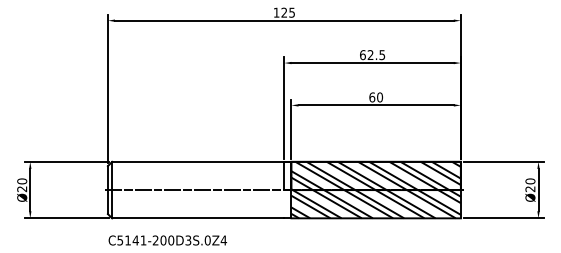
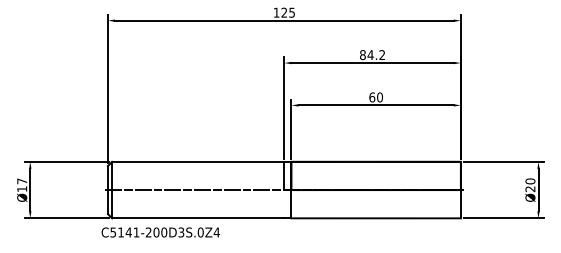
text at (372, 55): 62.5 -> 84.2
text at (22, 185): Ø20 -> Ø17
hatch at (375, 189): present -> none
text at (167, 240) position: (167, 240) -> (160, 232)
